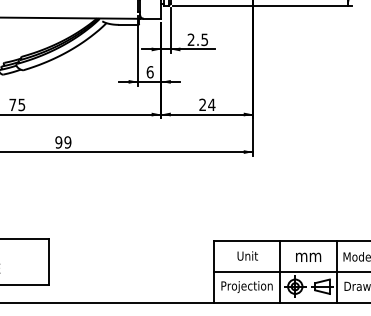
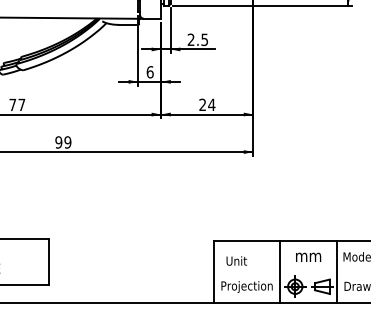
text at (21, 105): 75 -> 77
text at (247, 255) position: (247, 255) -> (236, 260)
line at (290, 271): present -> none
